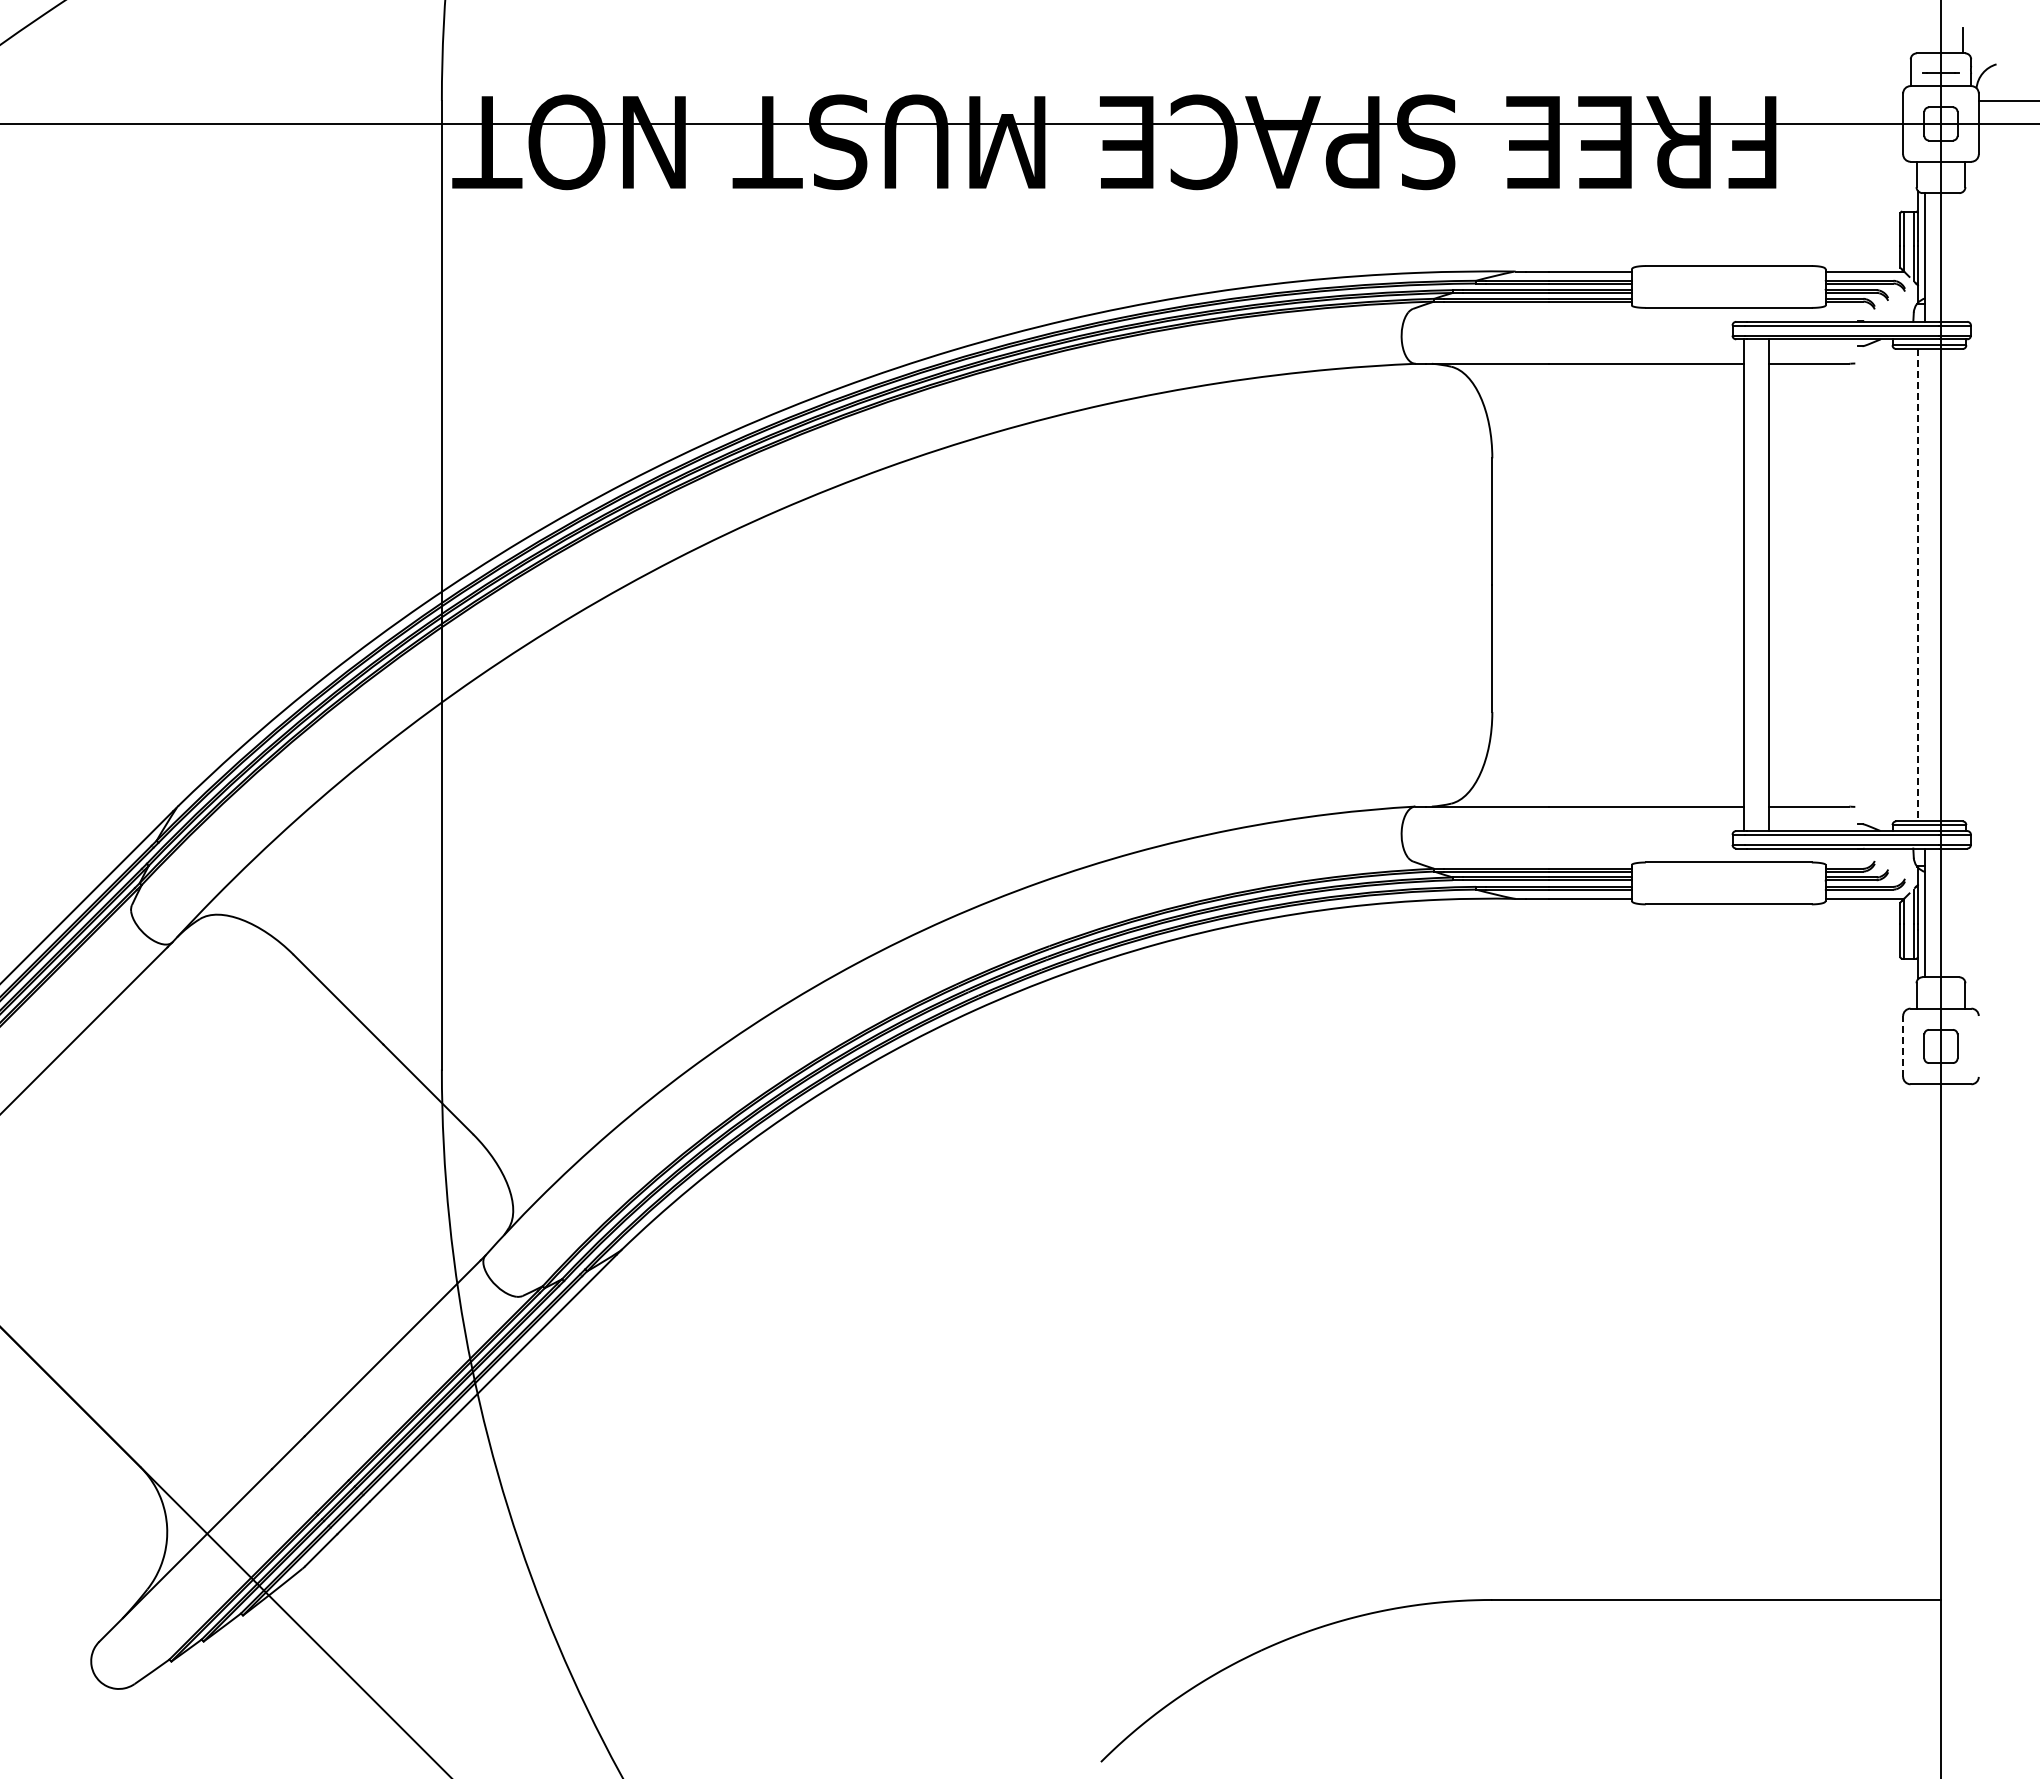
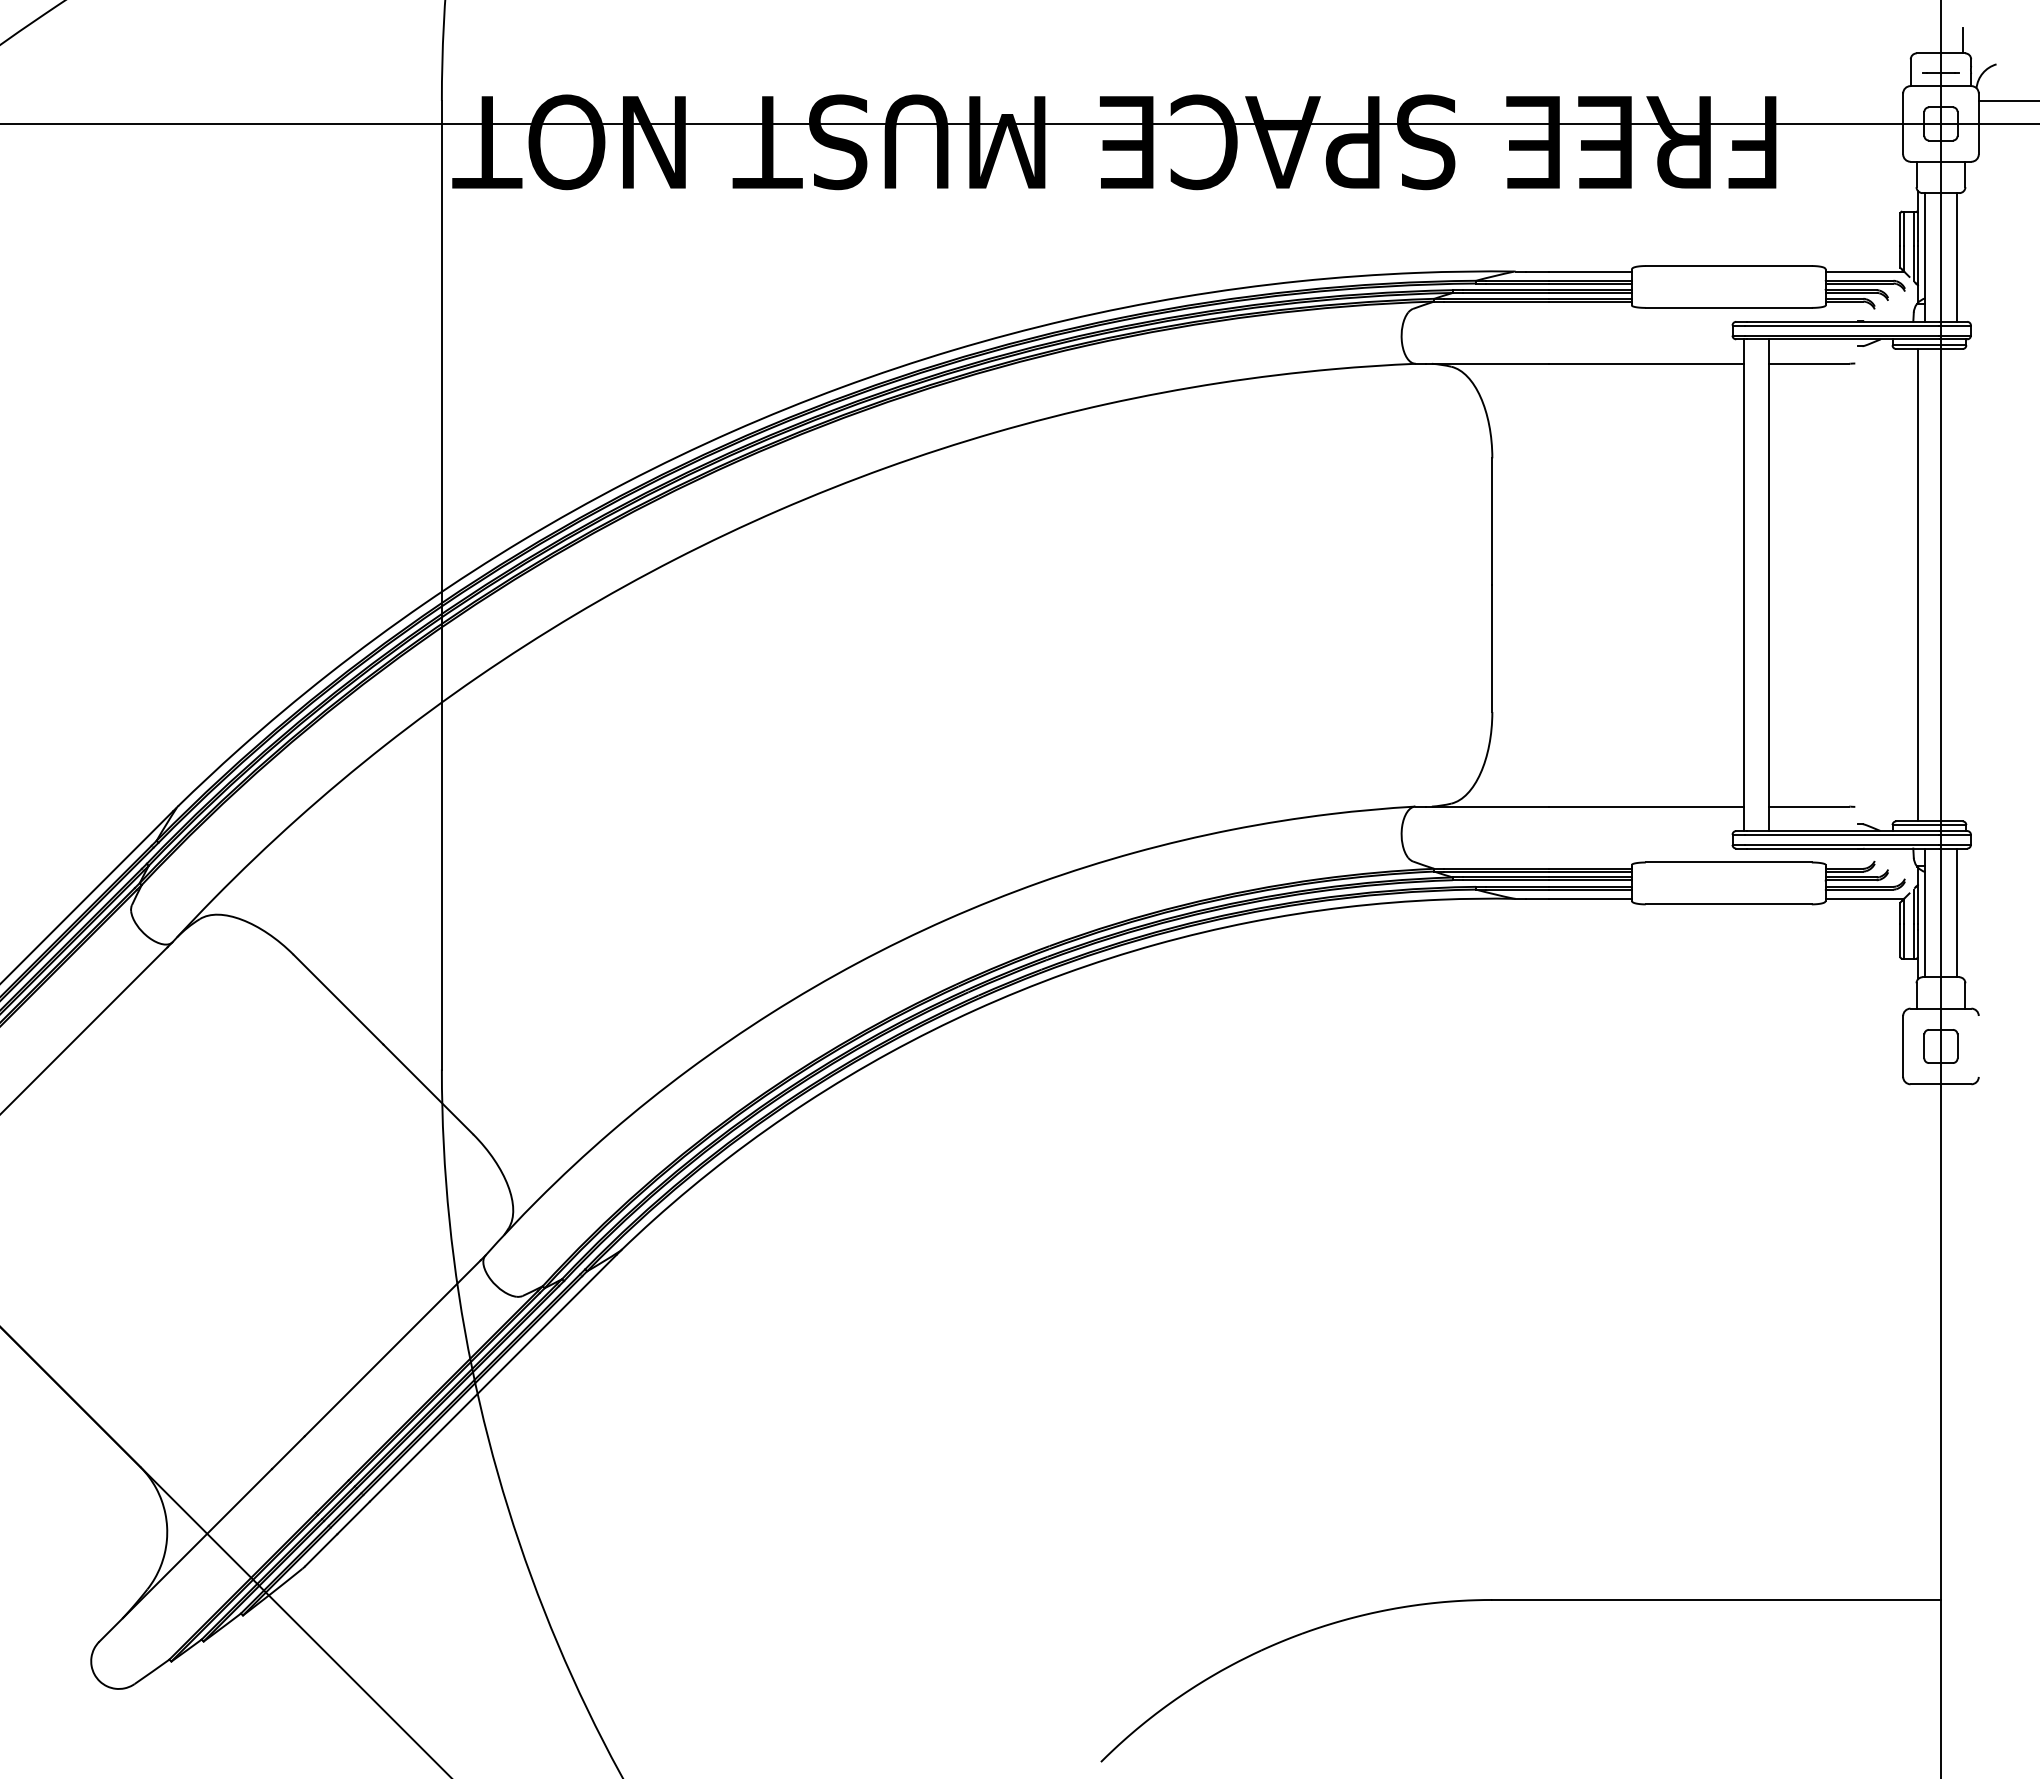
line at (1956, 257): none -> present
line at (1917, 585): dashed -> solid
line at (1956, 912): none -> present
line at (1903, 1045): dashed -> solid
